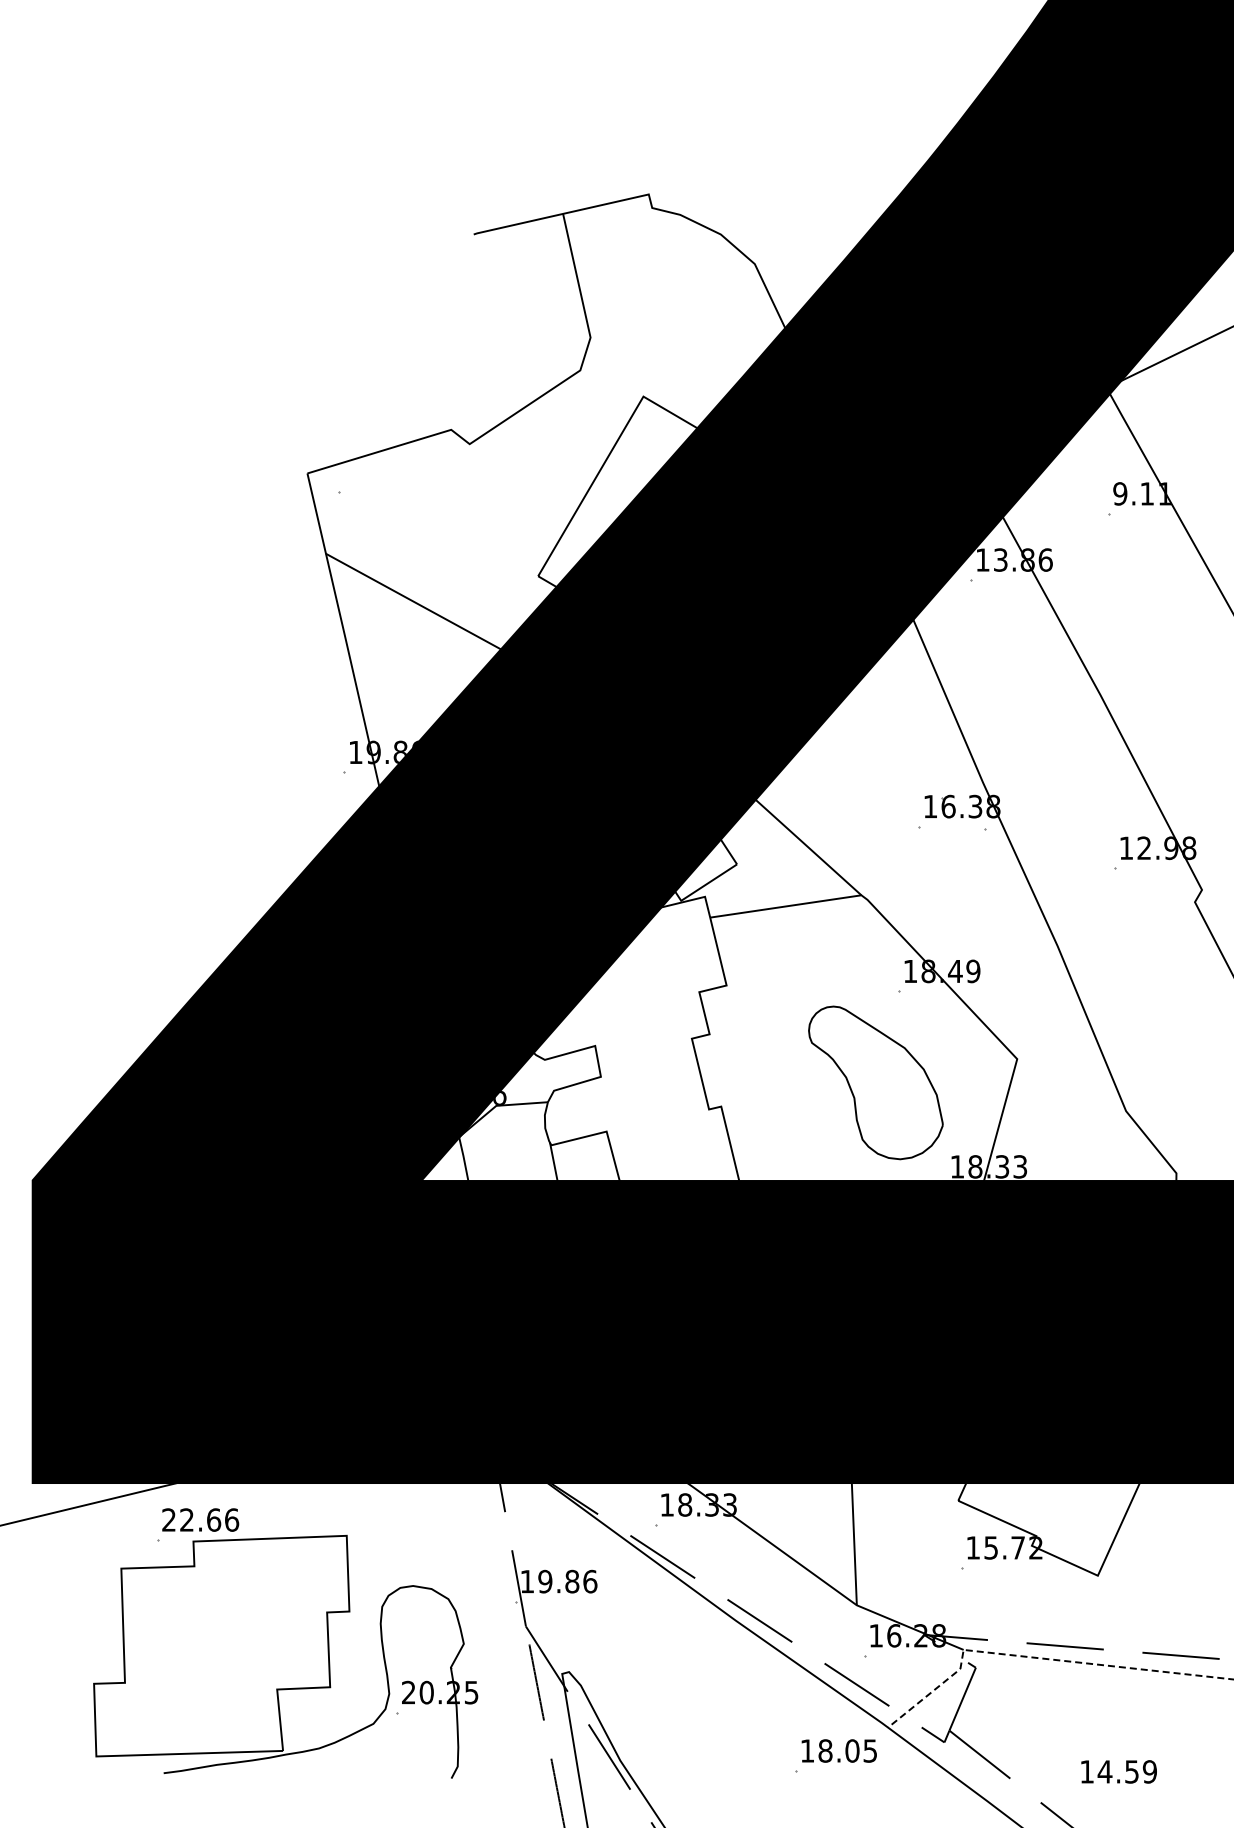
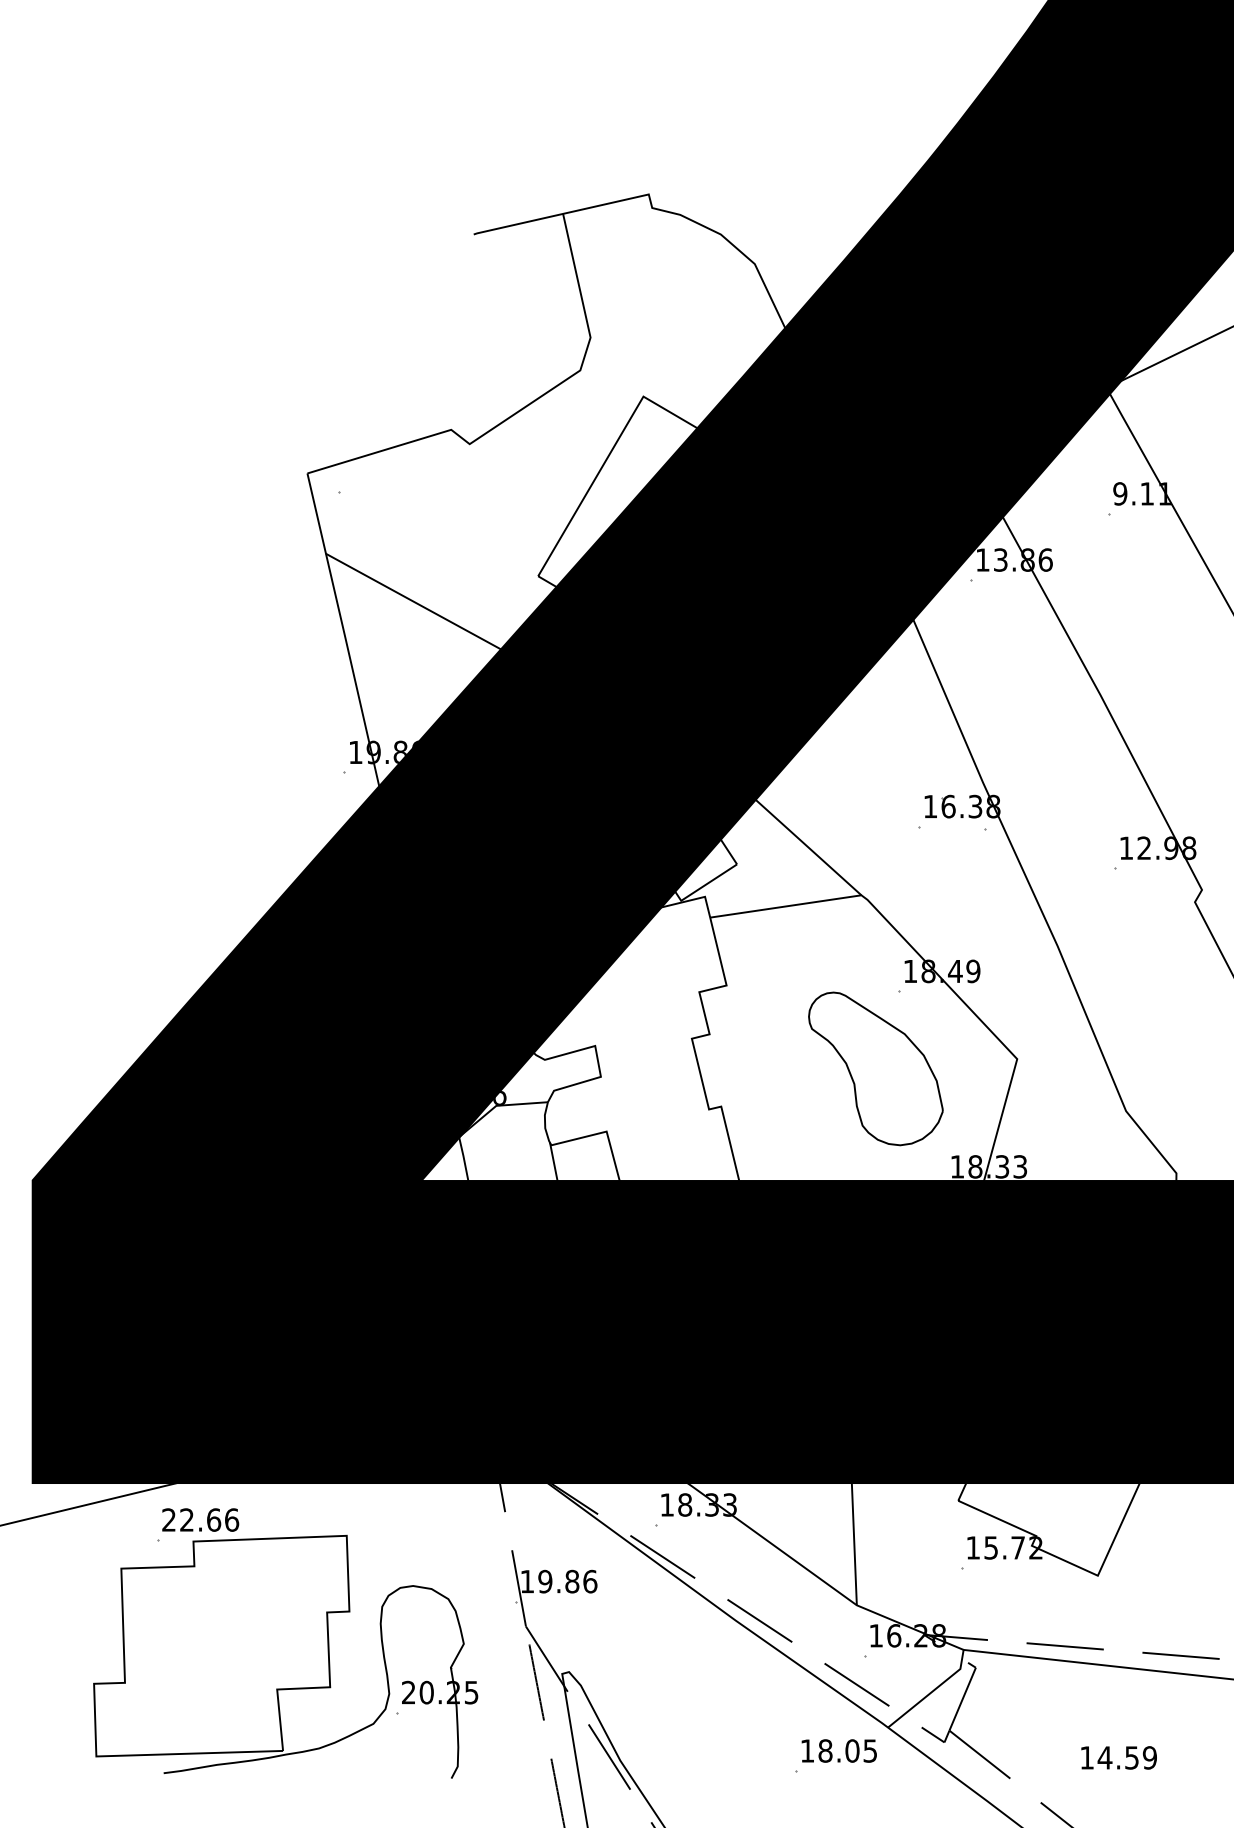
part at (875, 1082) position: (875, 1082) -> (875, 1068)
line at (1040, 1658): dashed -> solid
text at (1118, 1771) position: (1118, 1771) -> (1118, 1757)
